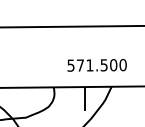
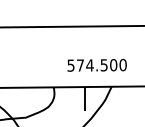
text at (89, 65): 571.500 -> 574.500
